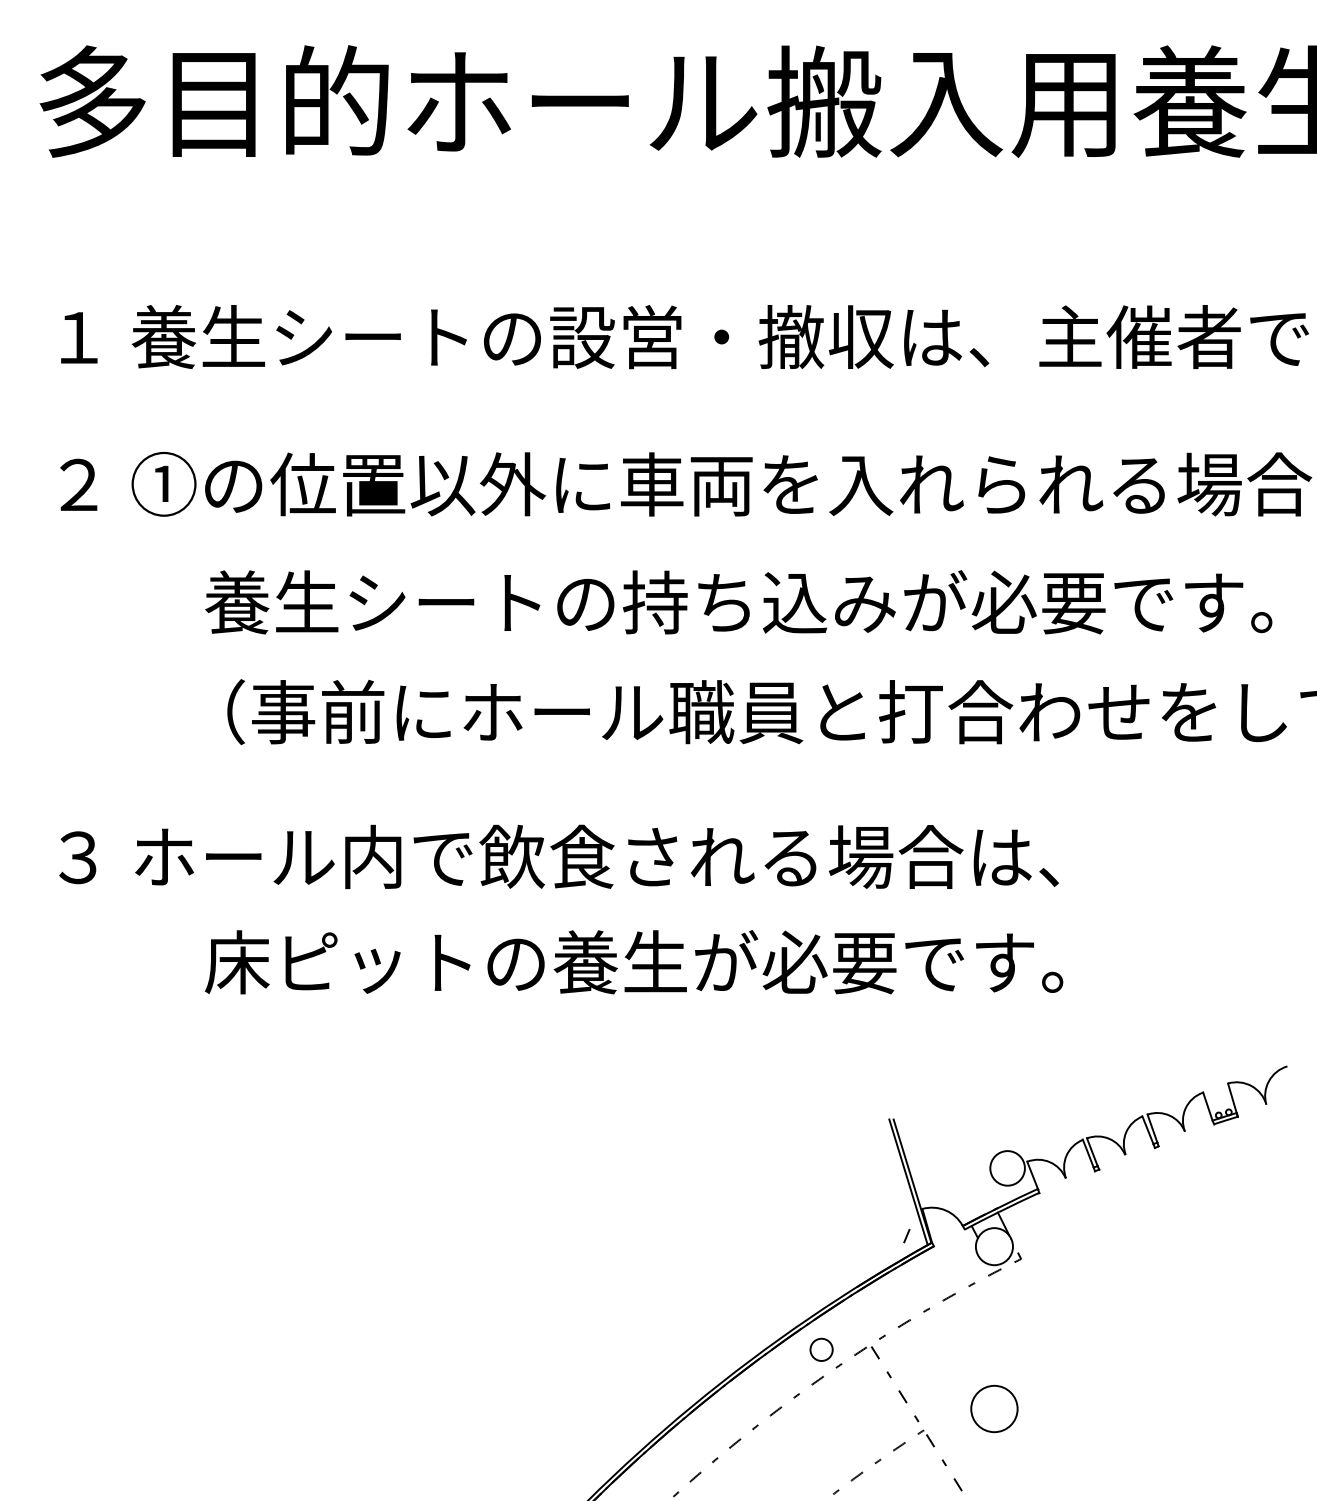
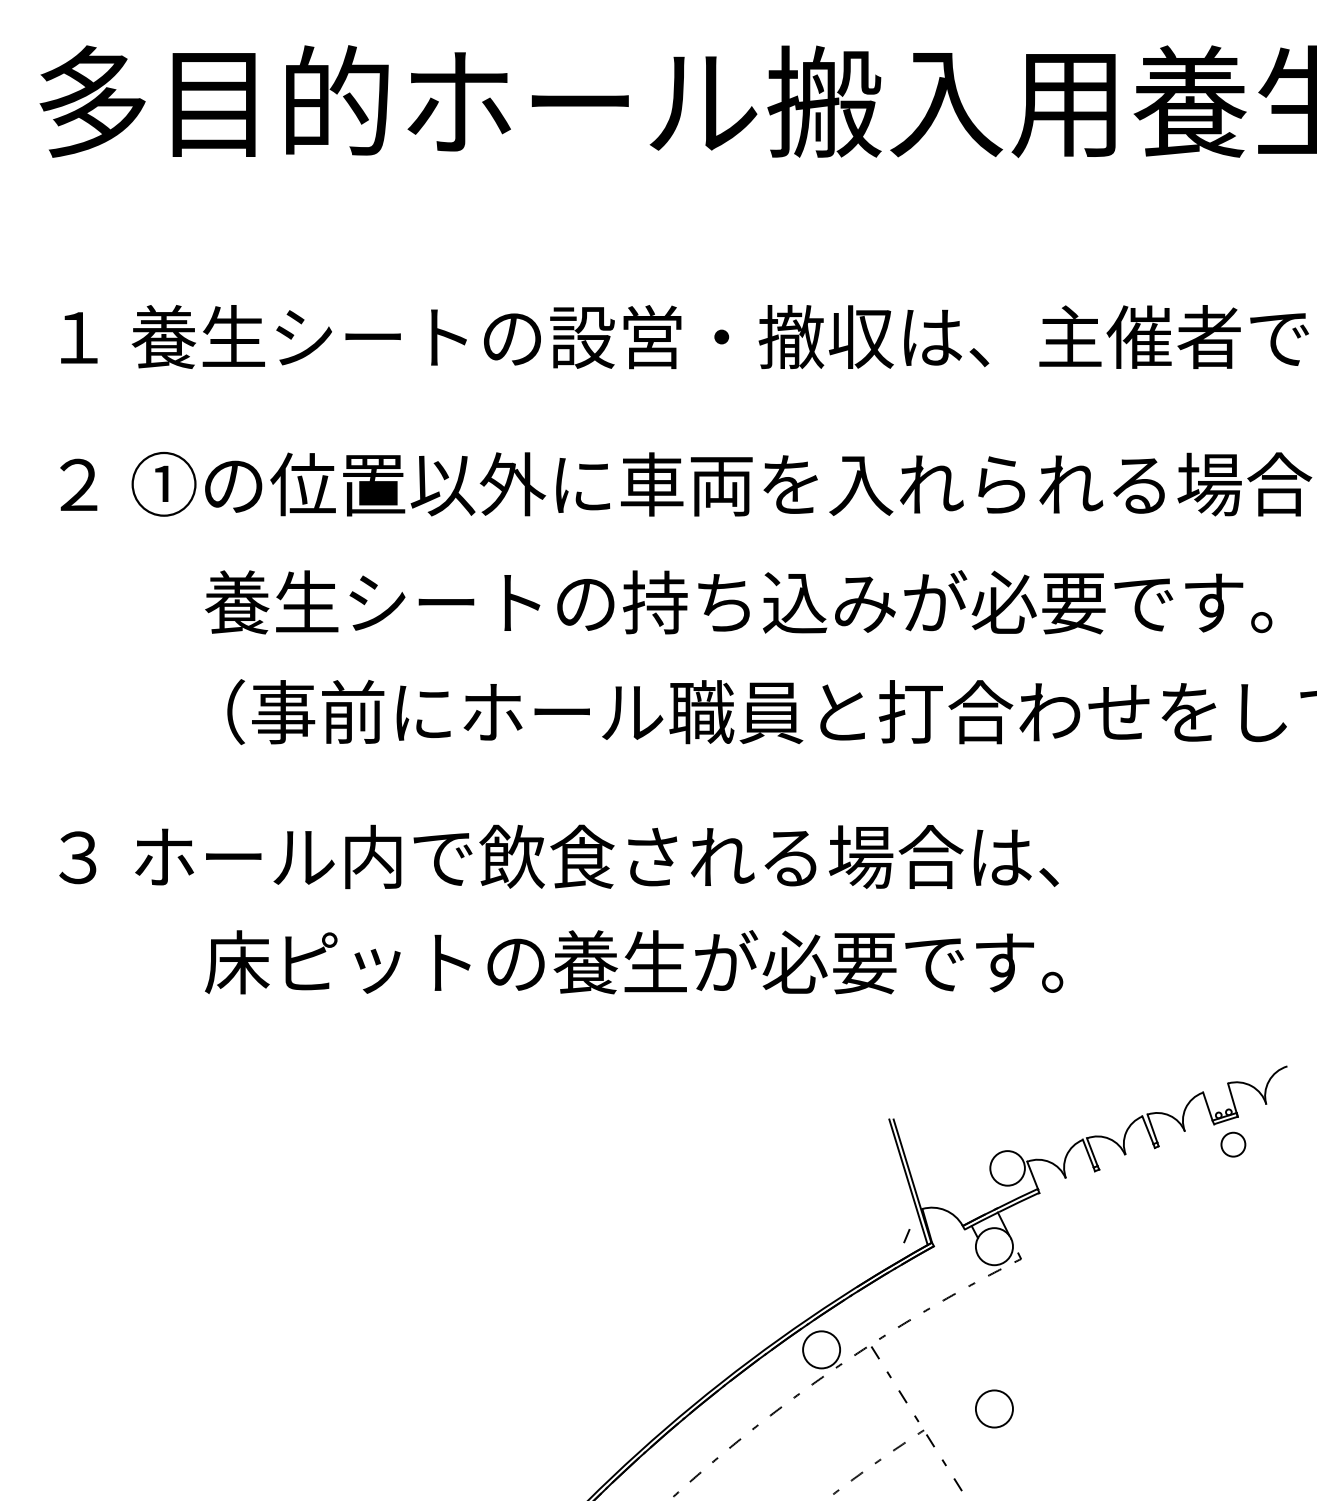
circle at (1233, 1144): none -> present
circle at (821, 1349) diameter: 22 px -> 37 px
circle at (994, 1408) size: 49x50 px -> 39x40 px
